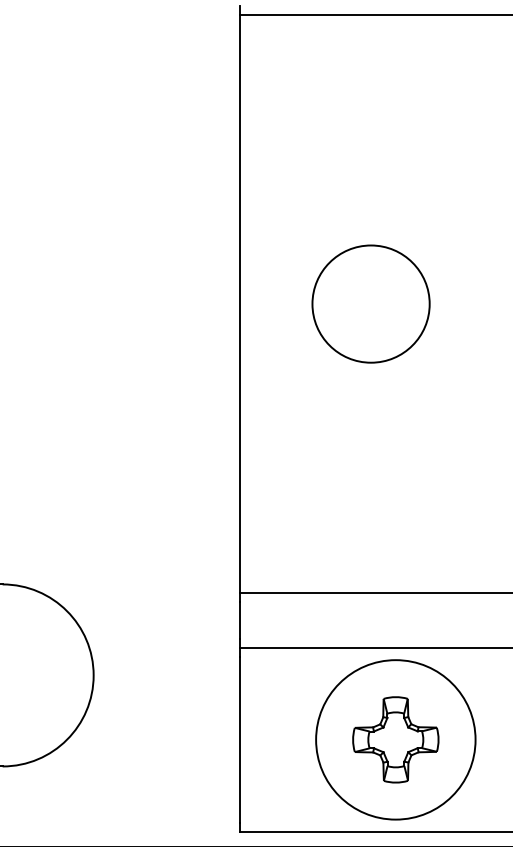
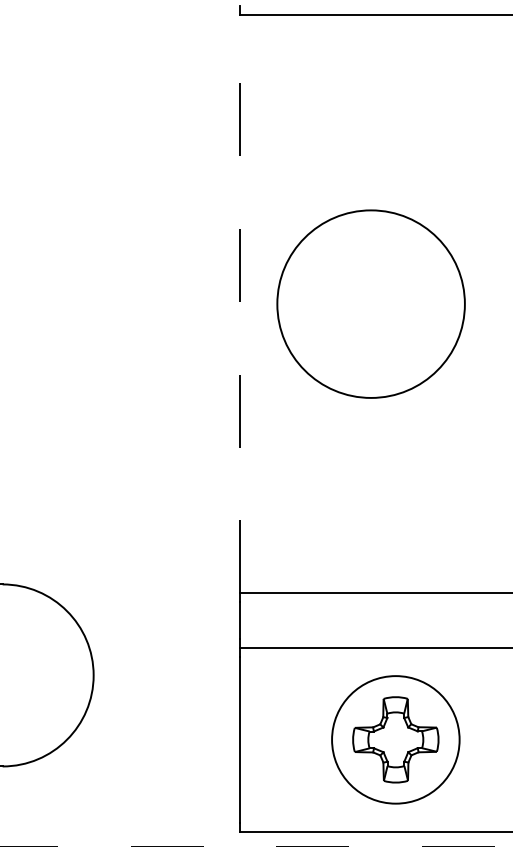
line at (240, 303): solid -> dashed
circle at (370, 303) size: 120x120 px -> 190x190 px
circle at (395, 739) diameter: 159 px -> 128 px
line at (256, 846): solid -> dashed
